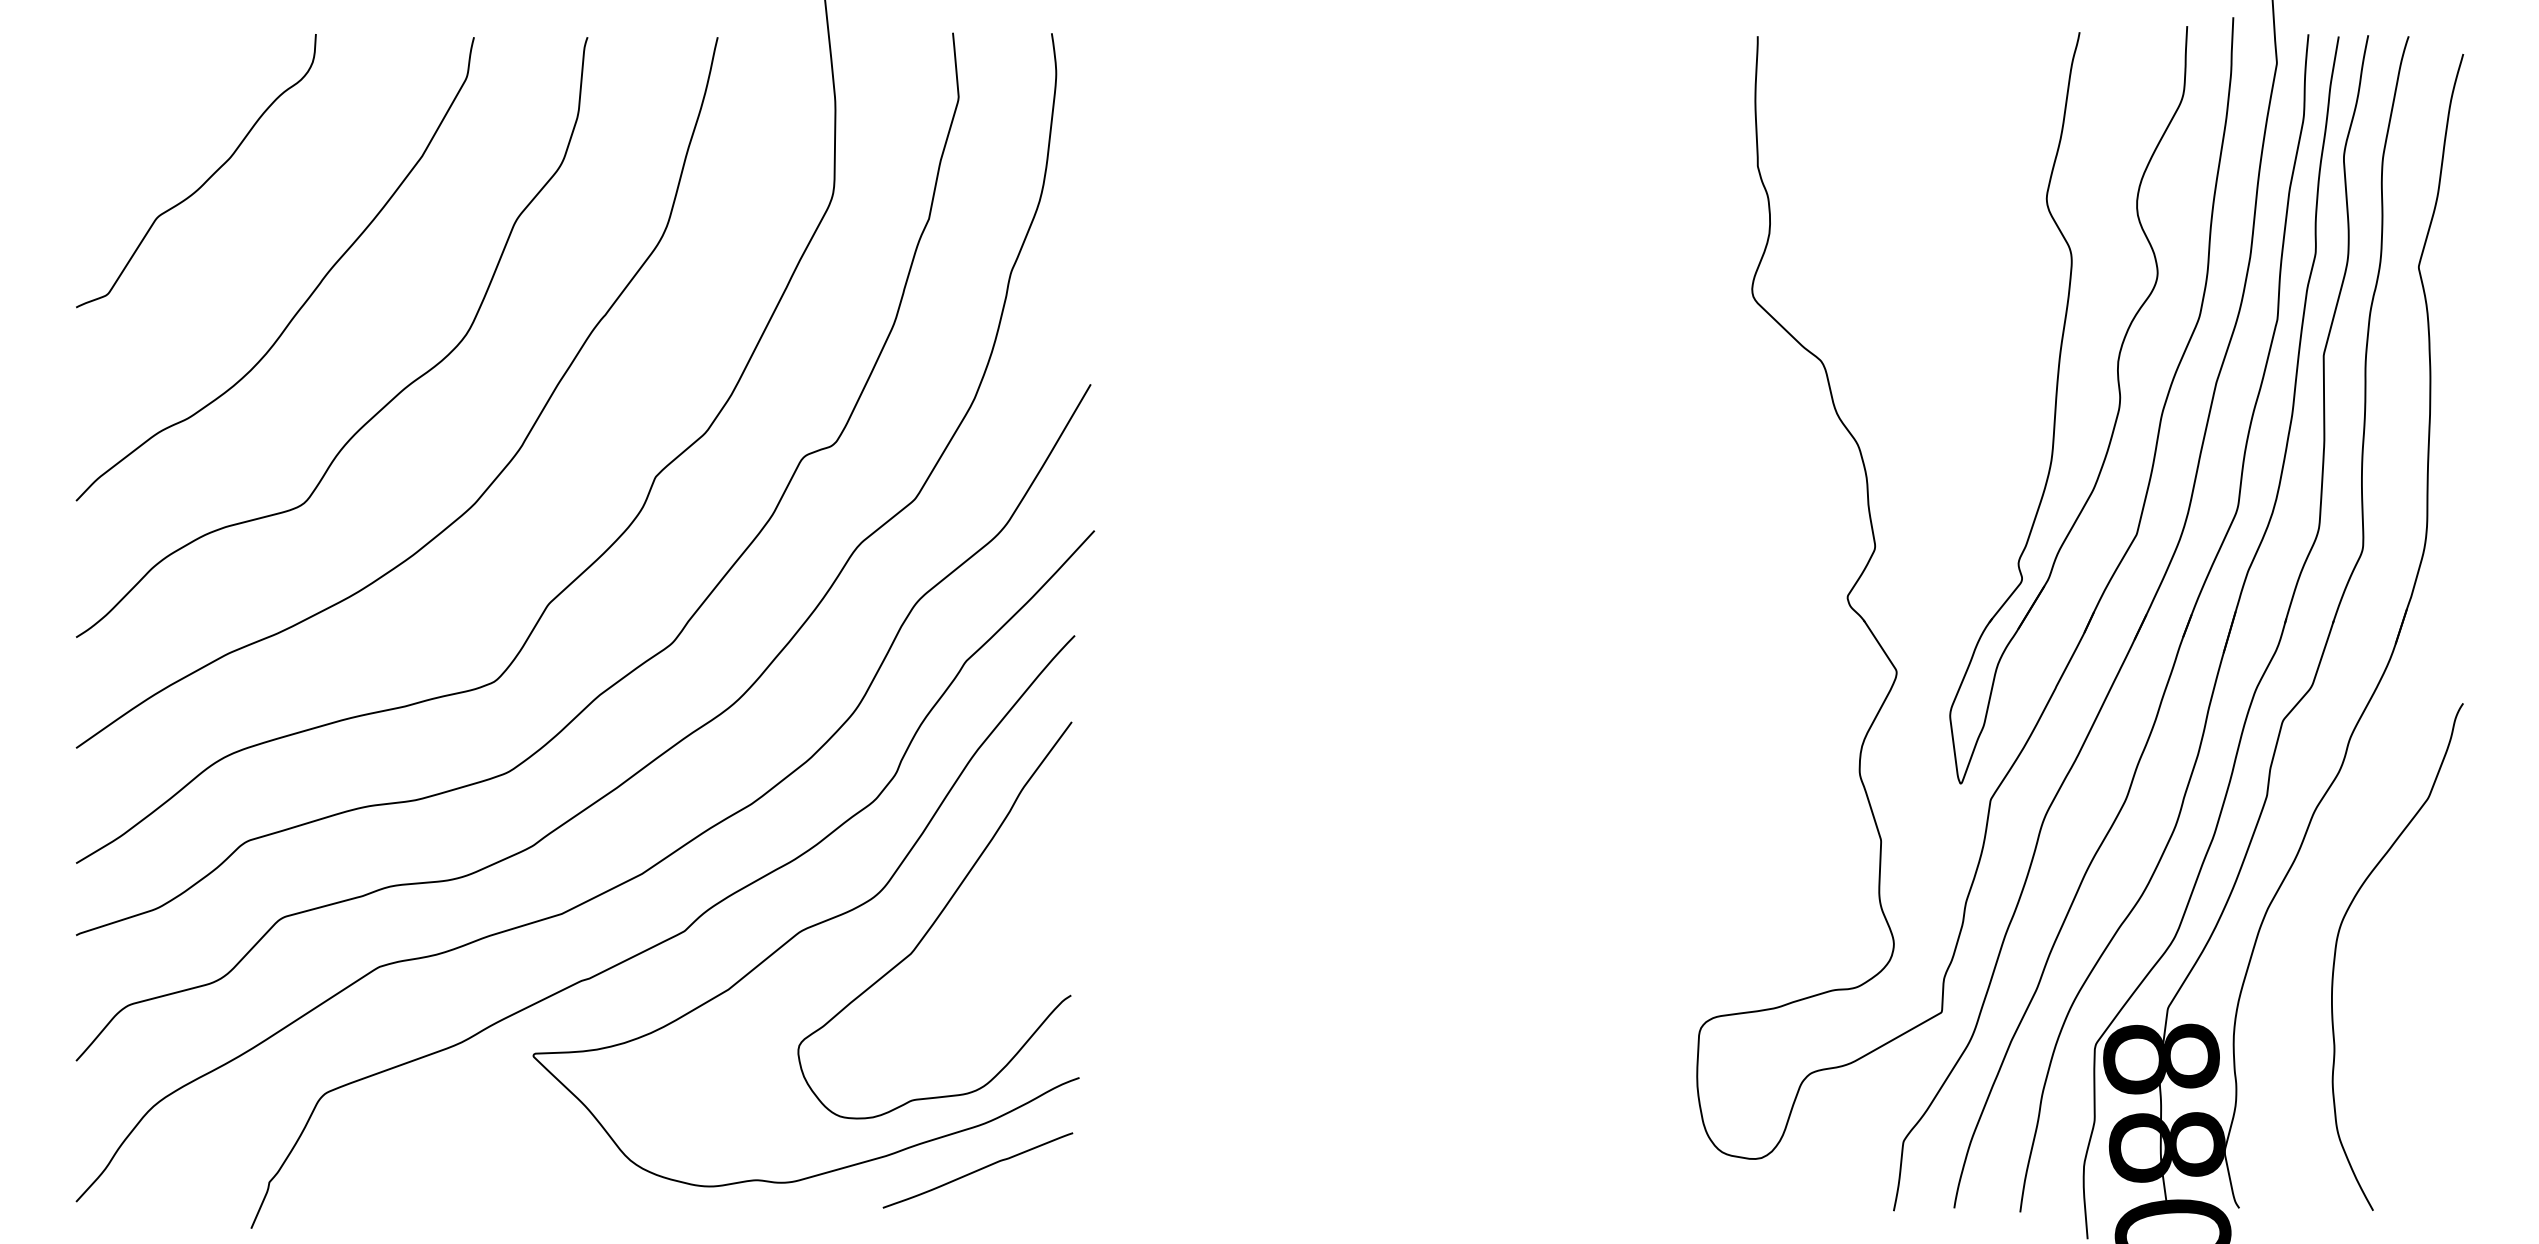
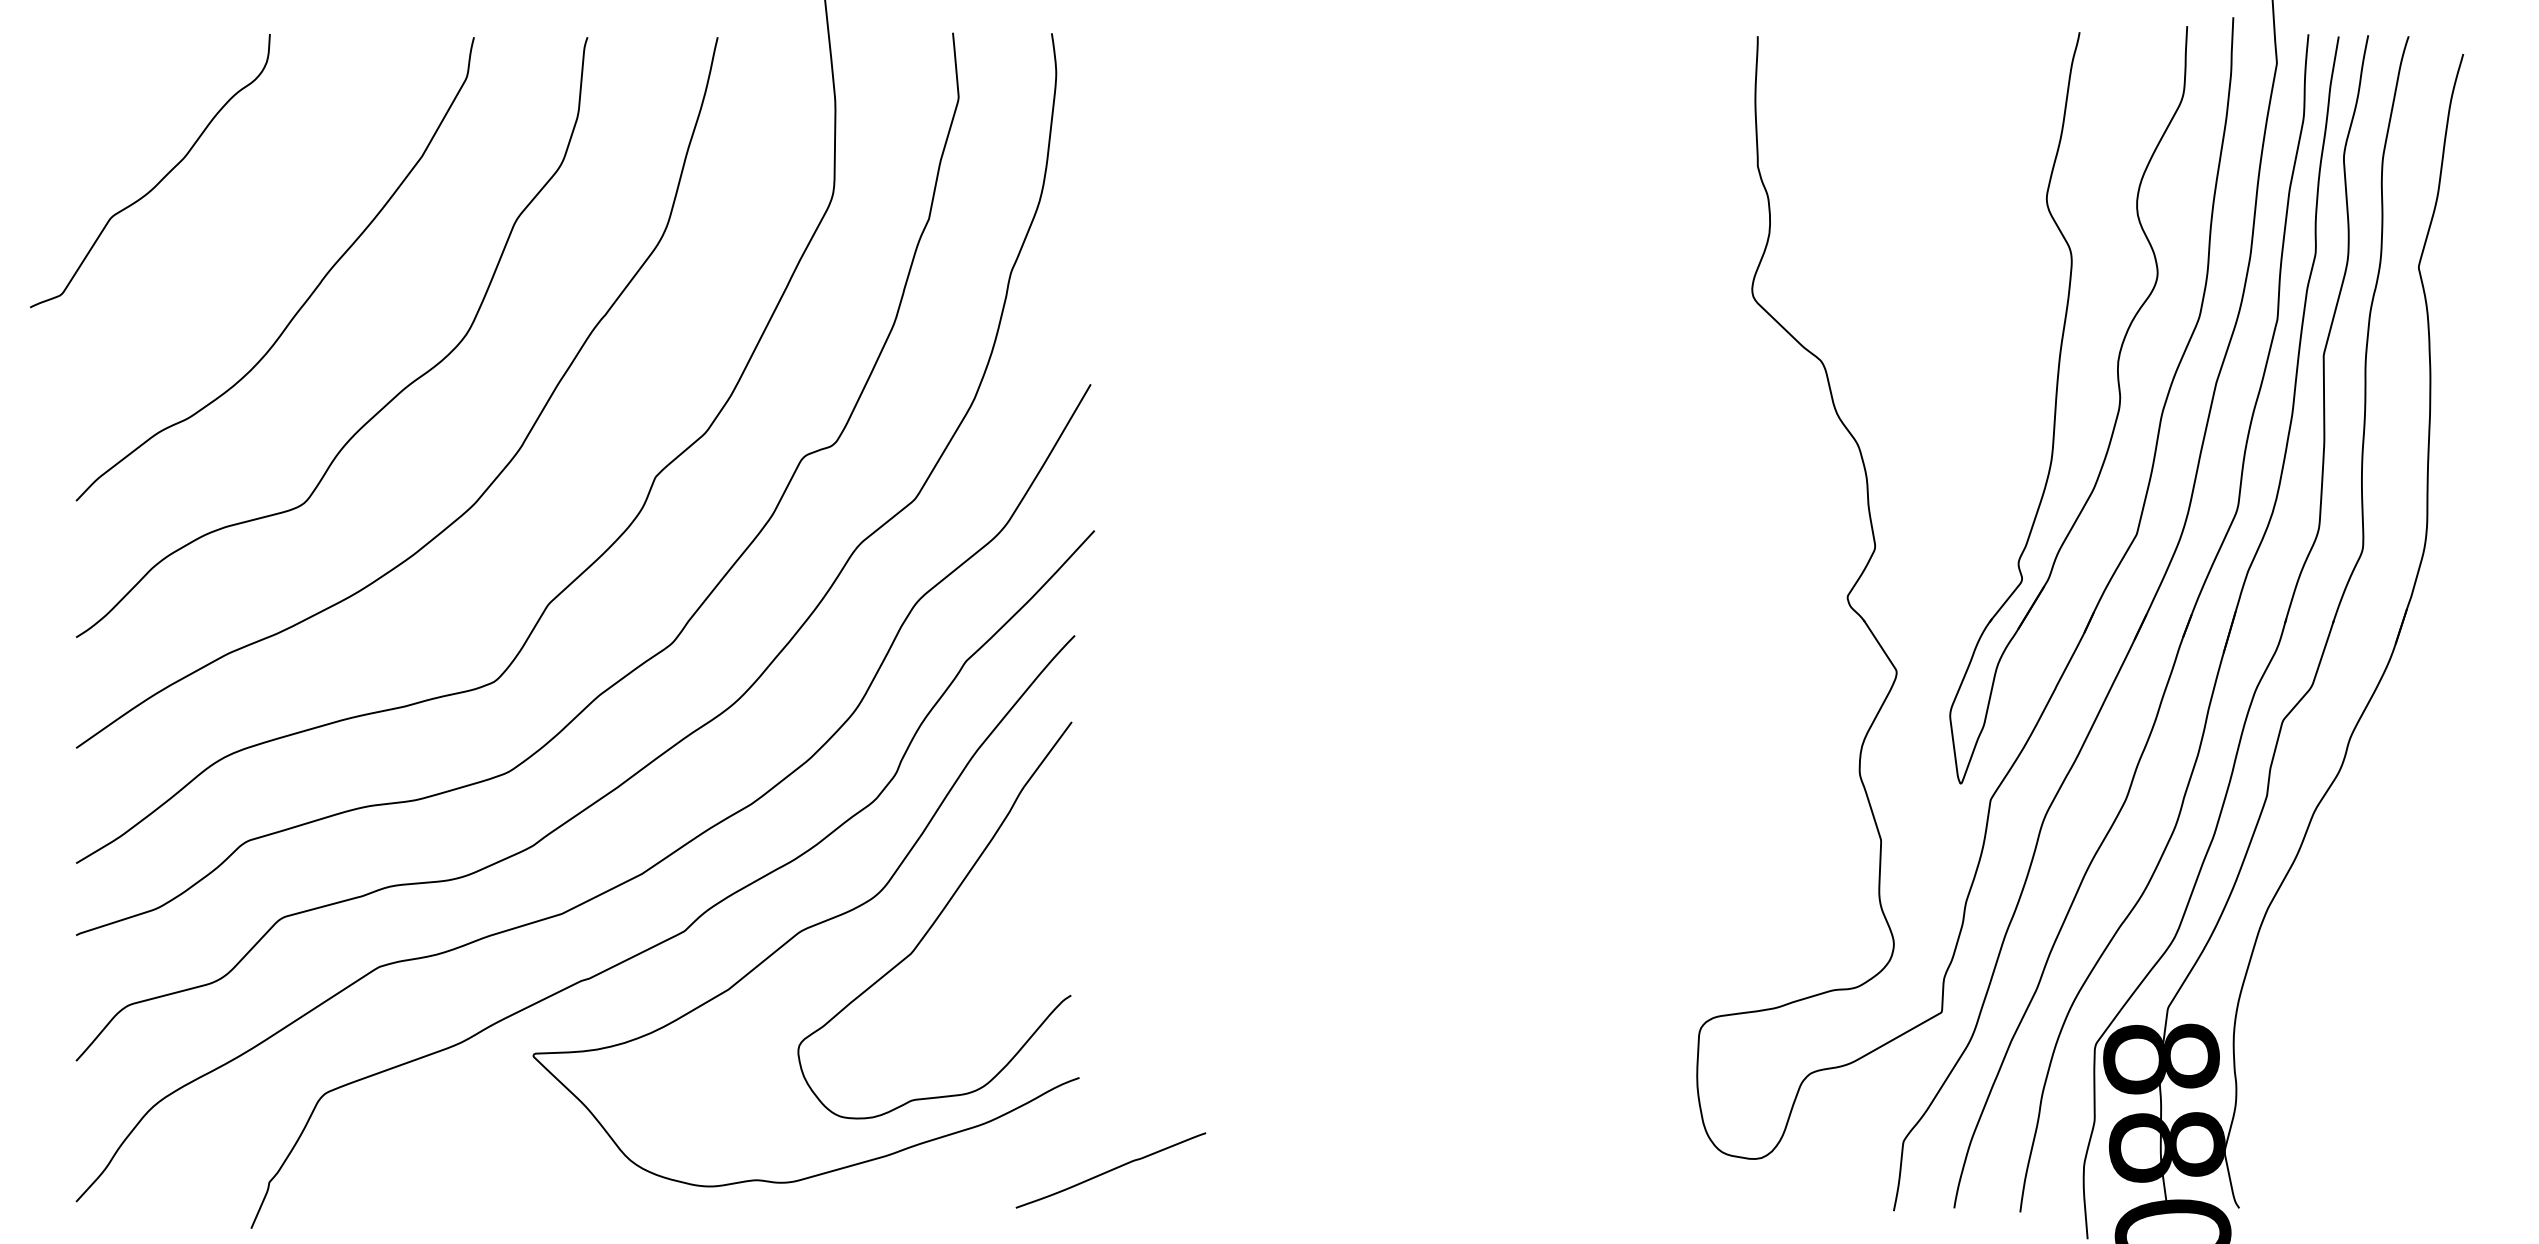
curve at (206, 179) position: (206, 179) -> (160, 179)
curve at (2336, 952): present -> none
curve at (977, 1170) position: (977, 1170) -> (1110, 1170)
